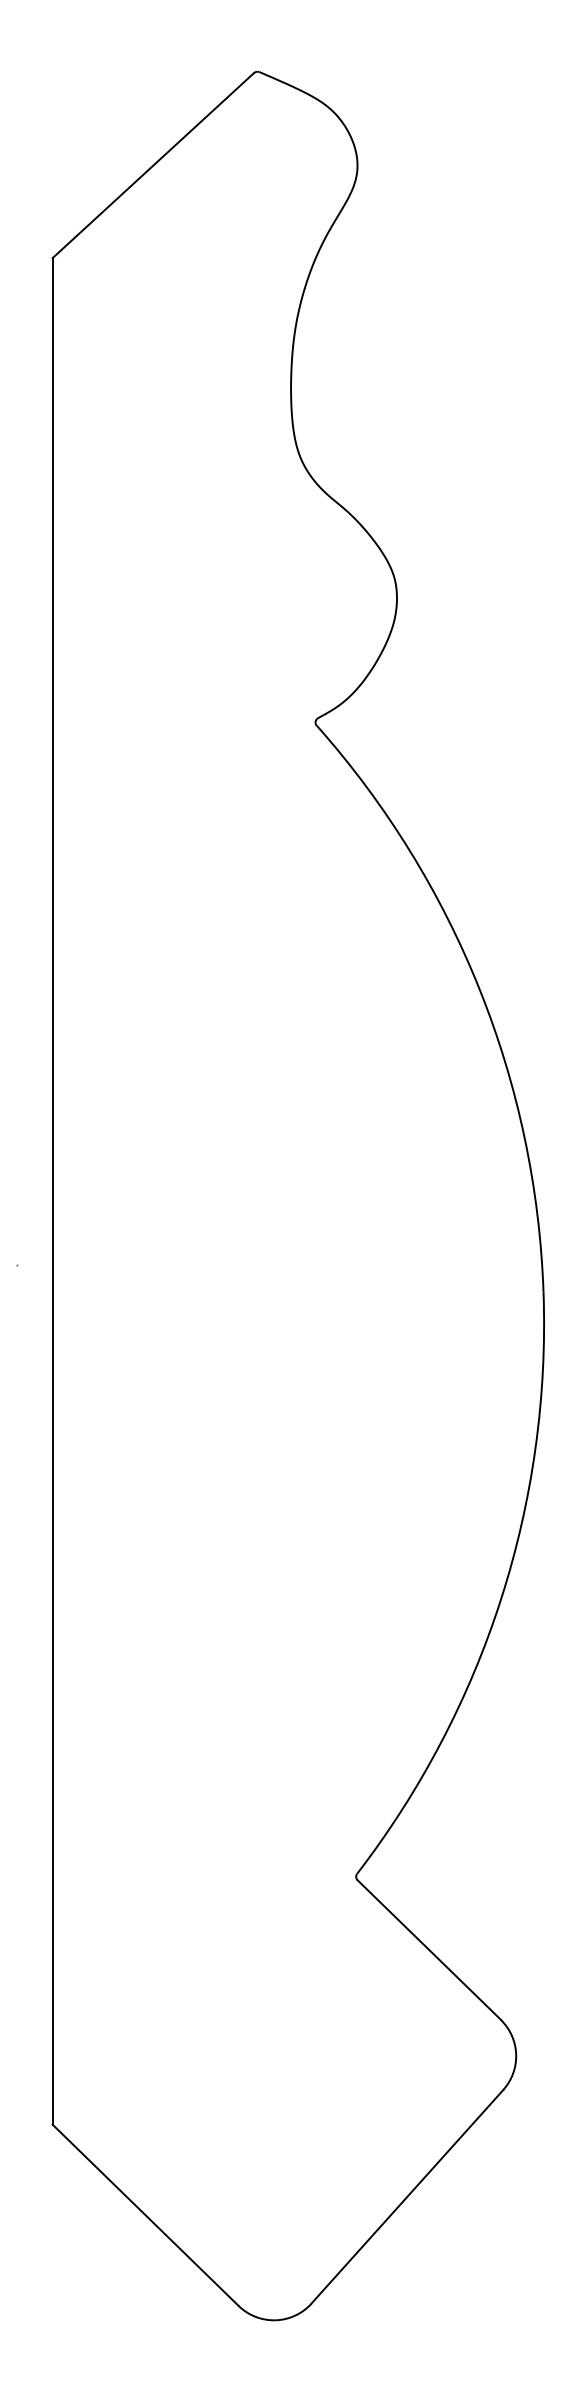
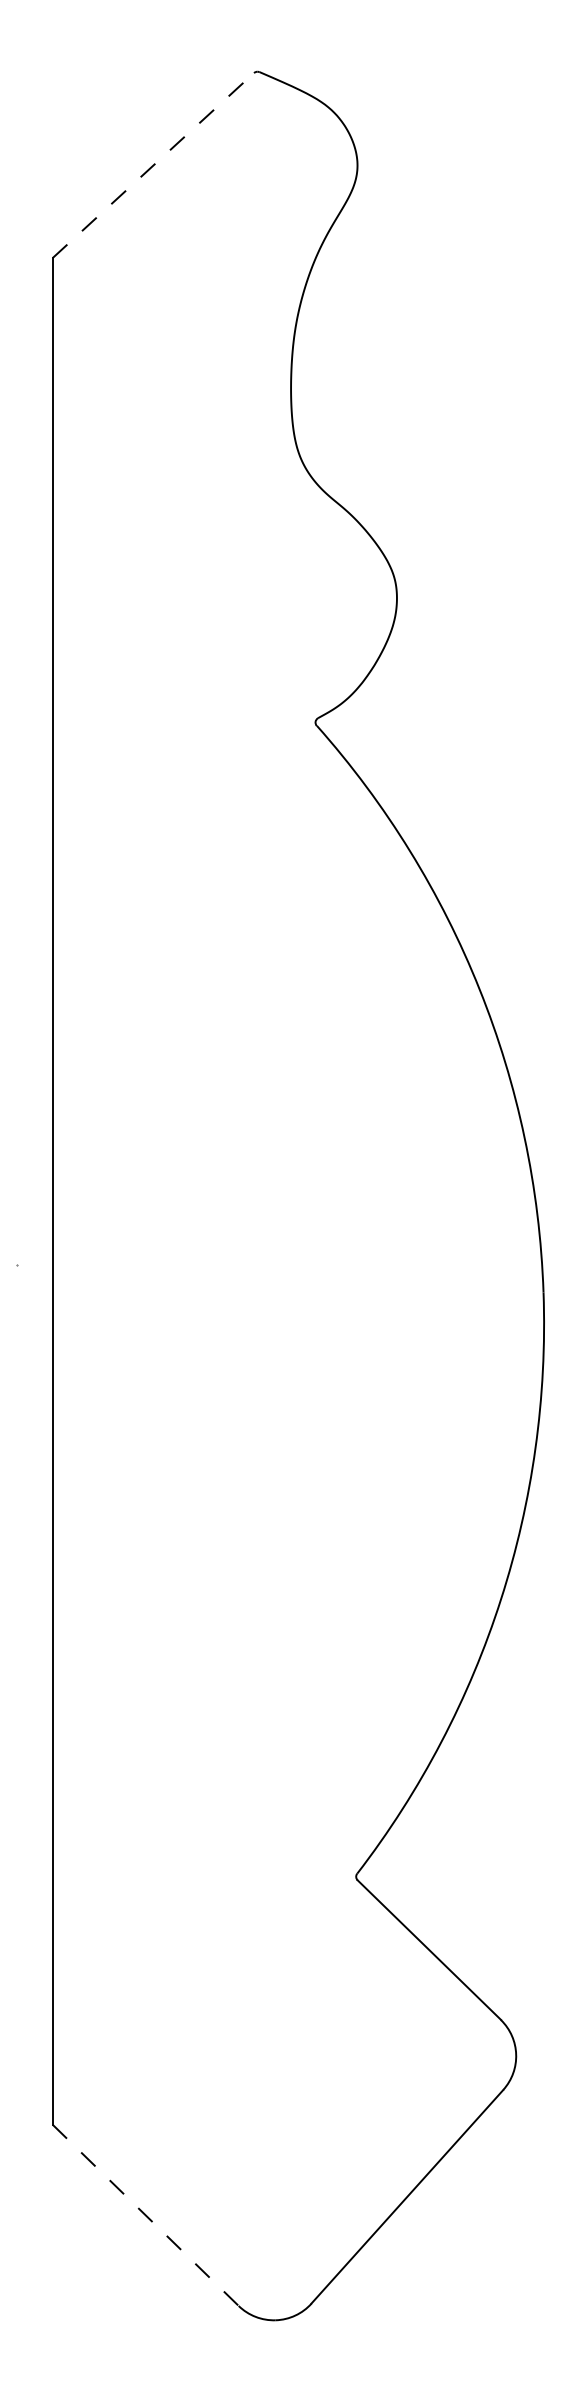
line at (153, 165): solid -> dashed
line at (145, 2215): solid -> dashed
